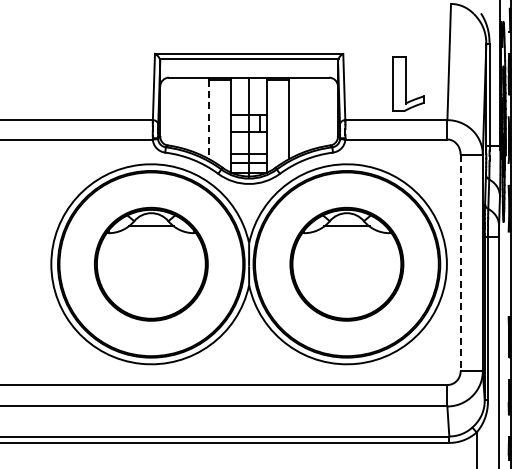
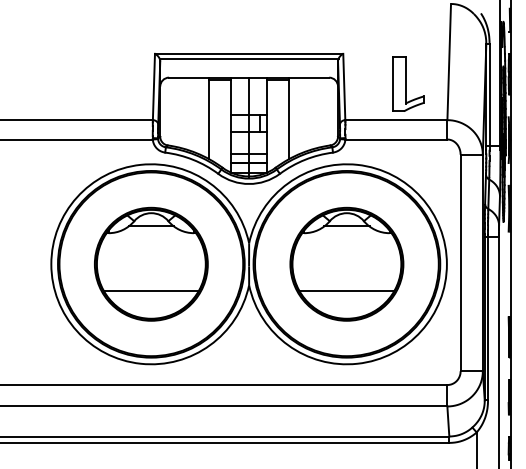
line at (209, 119): dashed -> solid
line at (460, 263): dashed -> solid
line at (151, 291): none -> present
line at (346, 291): none -> present
